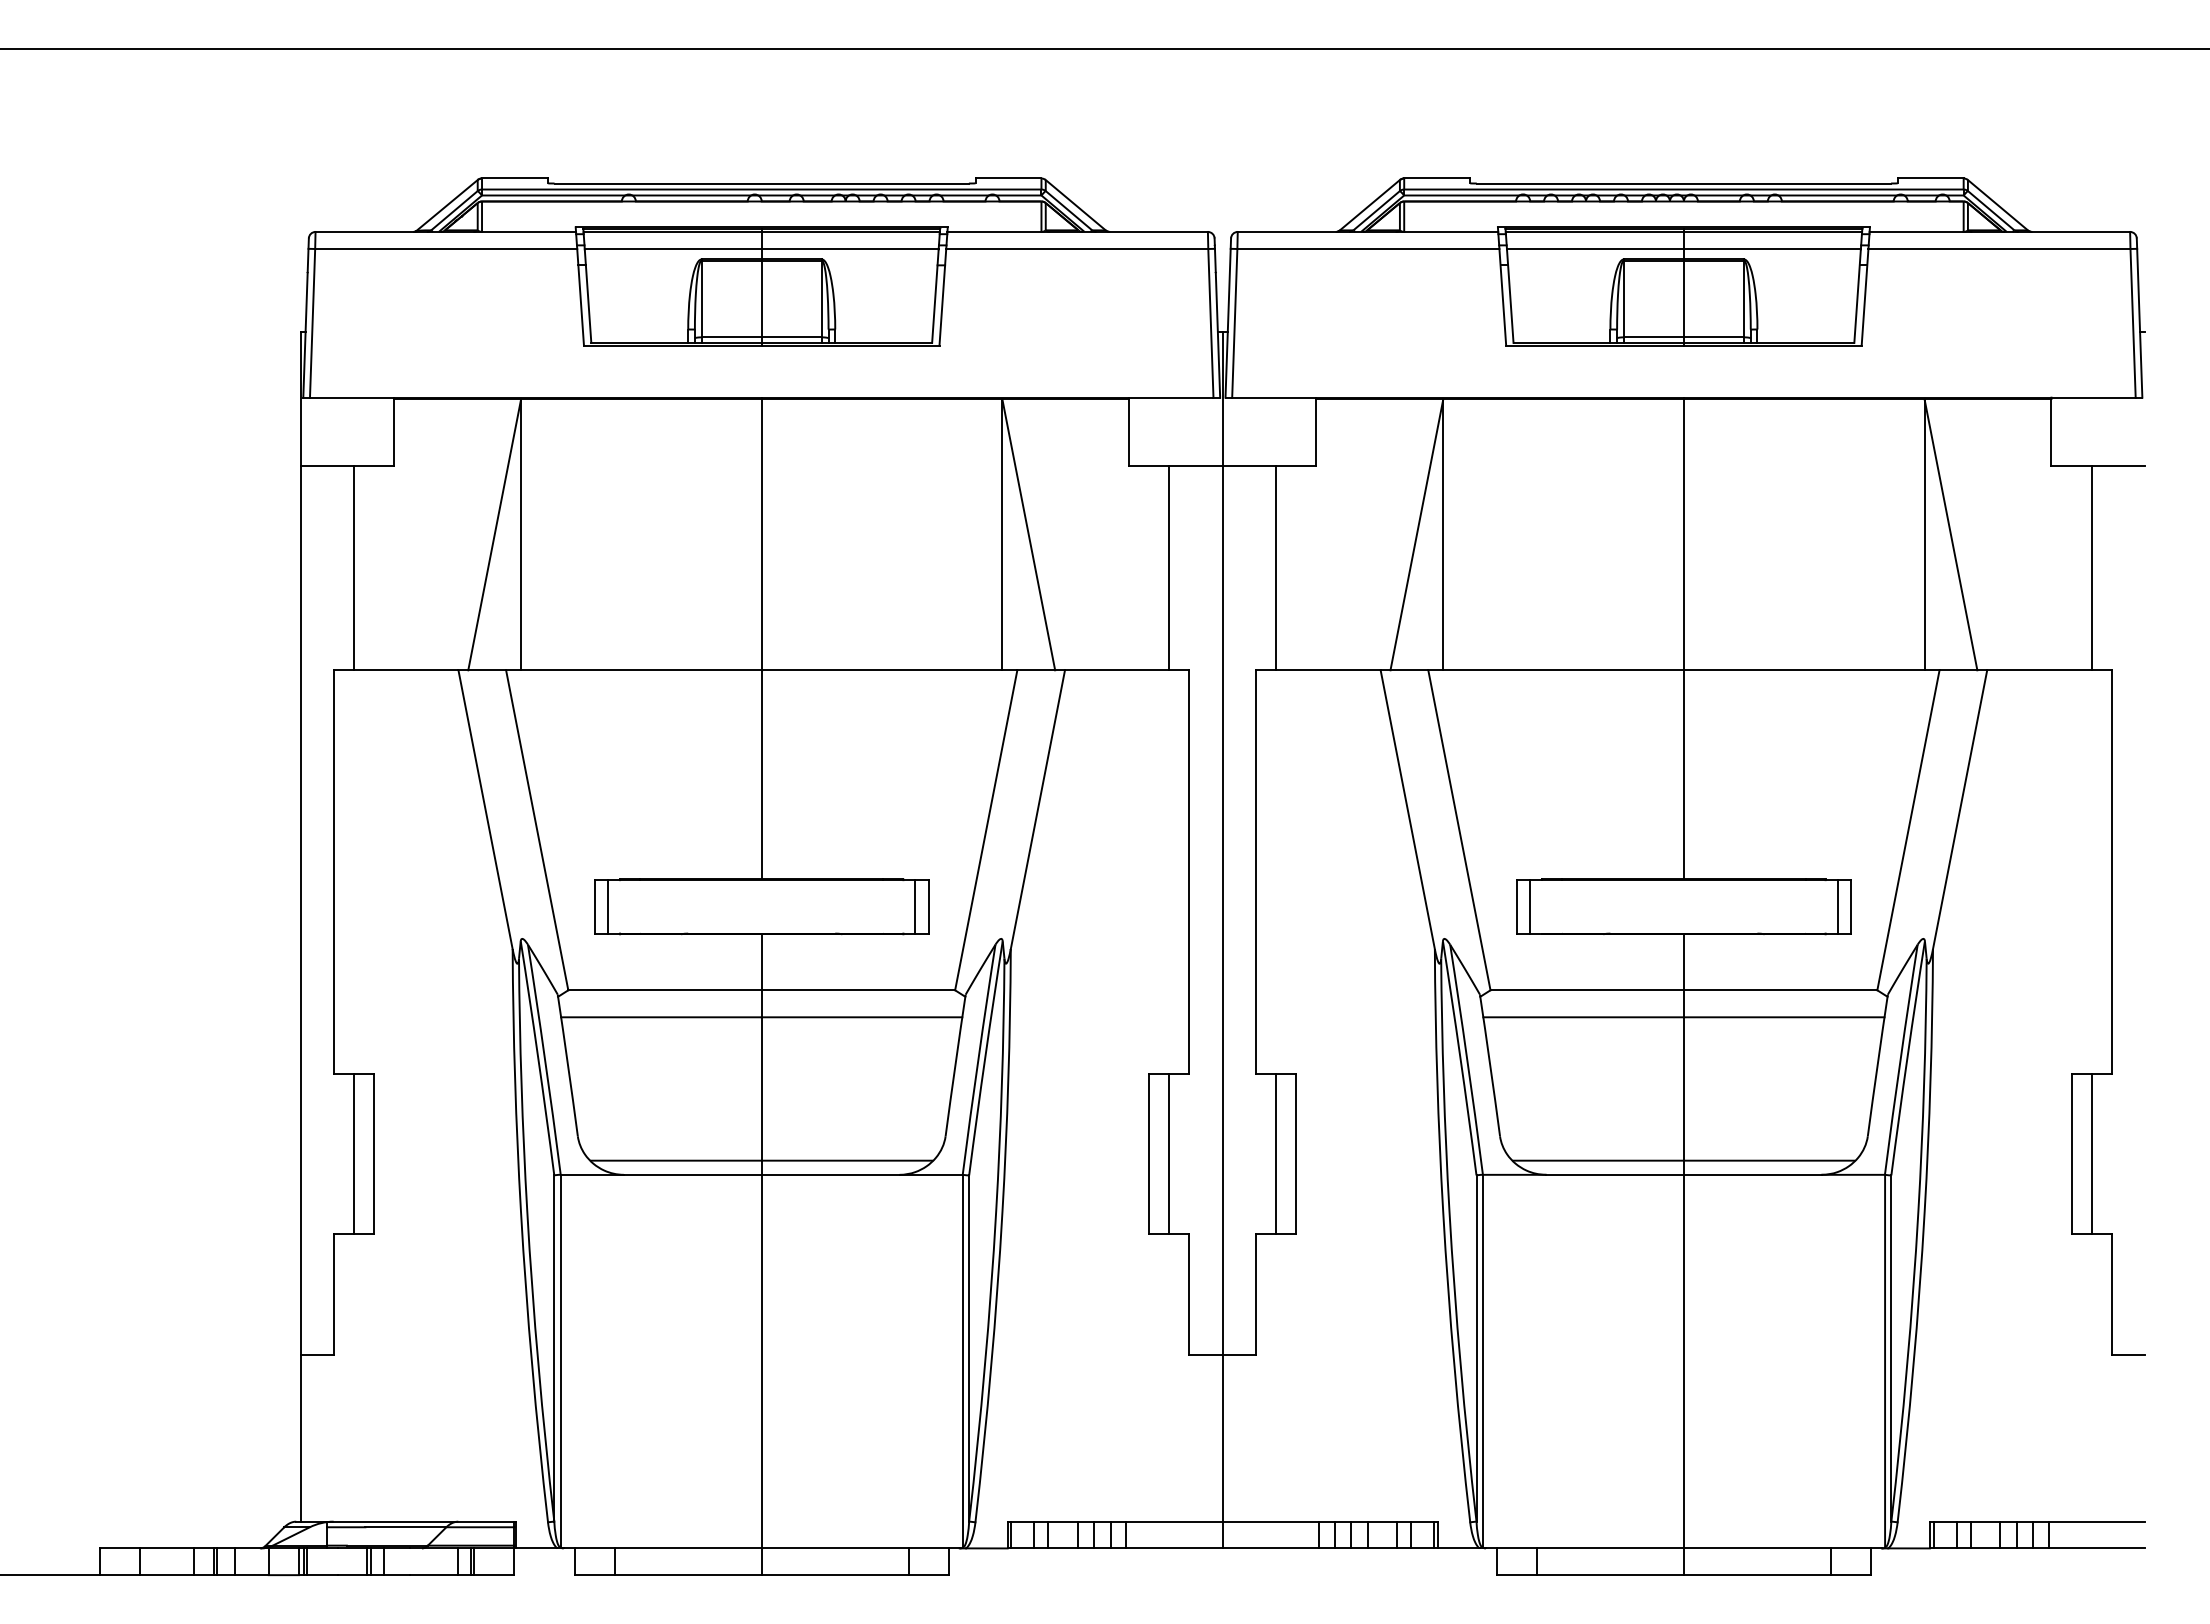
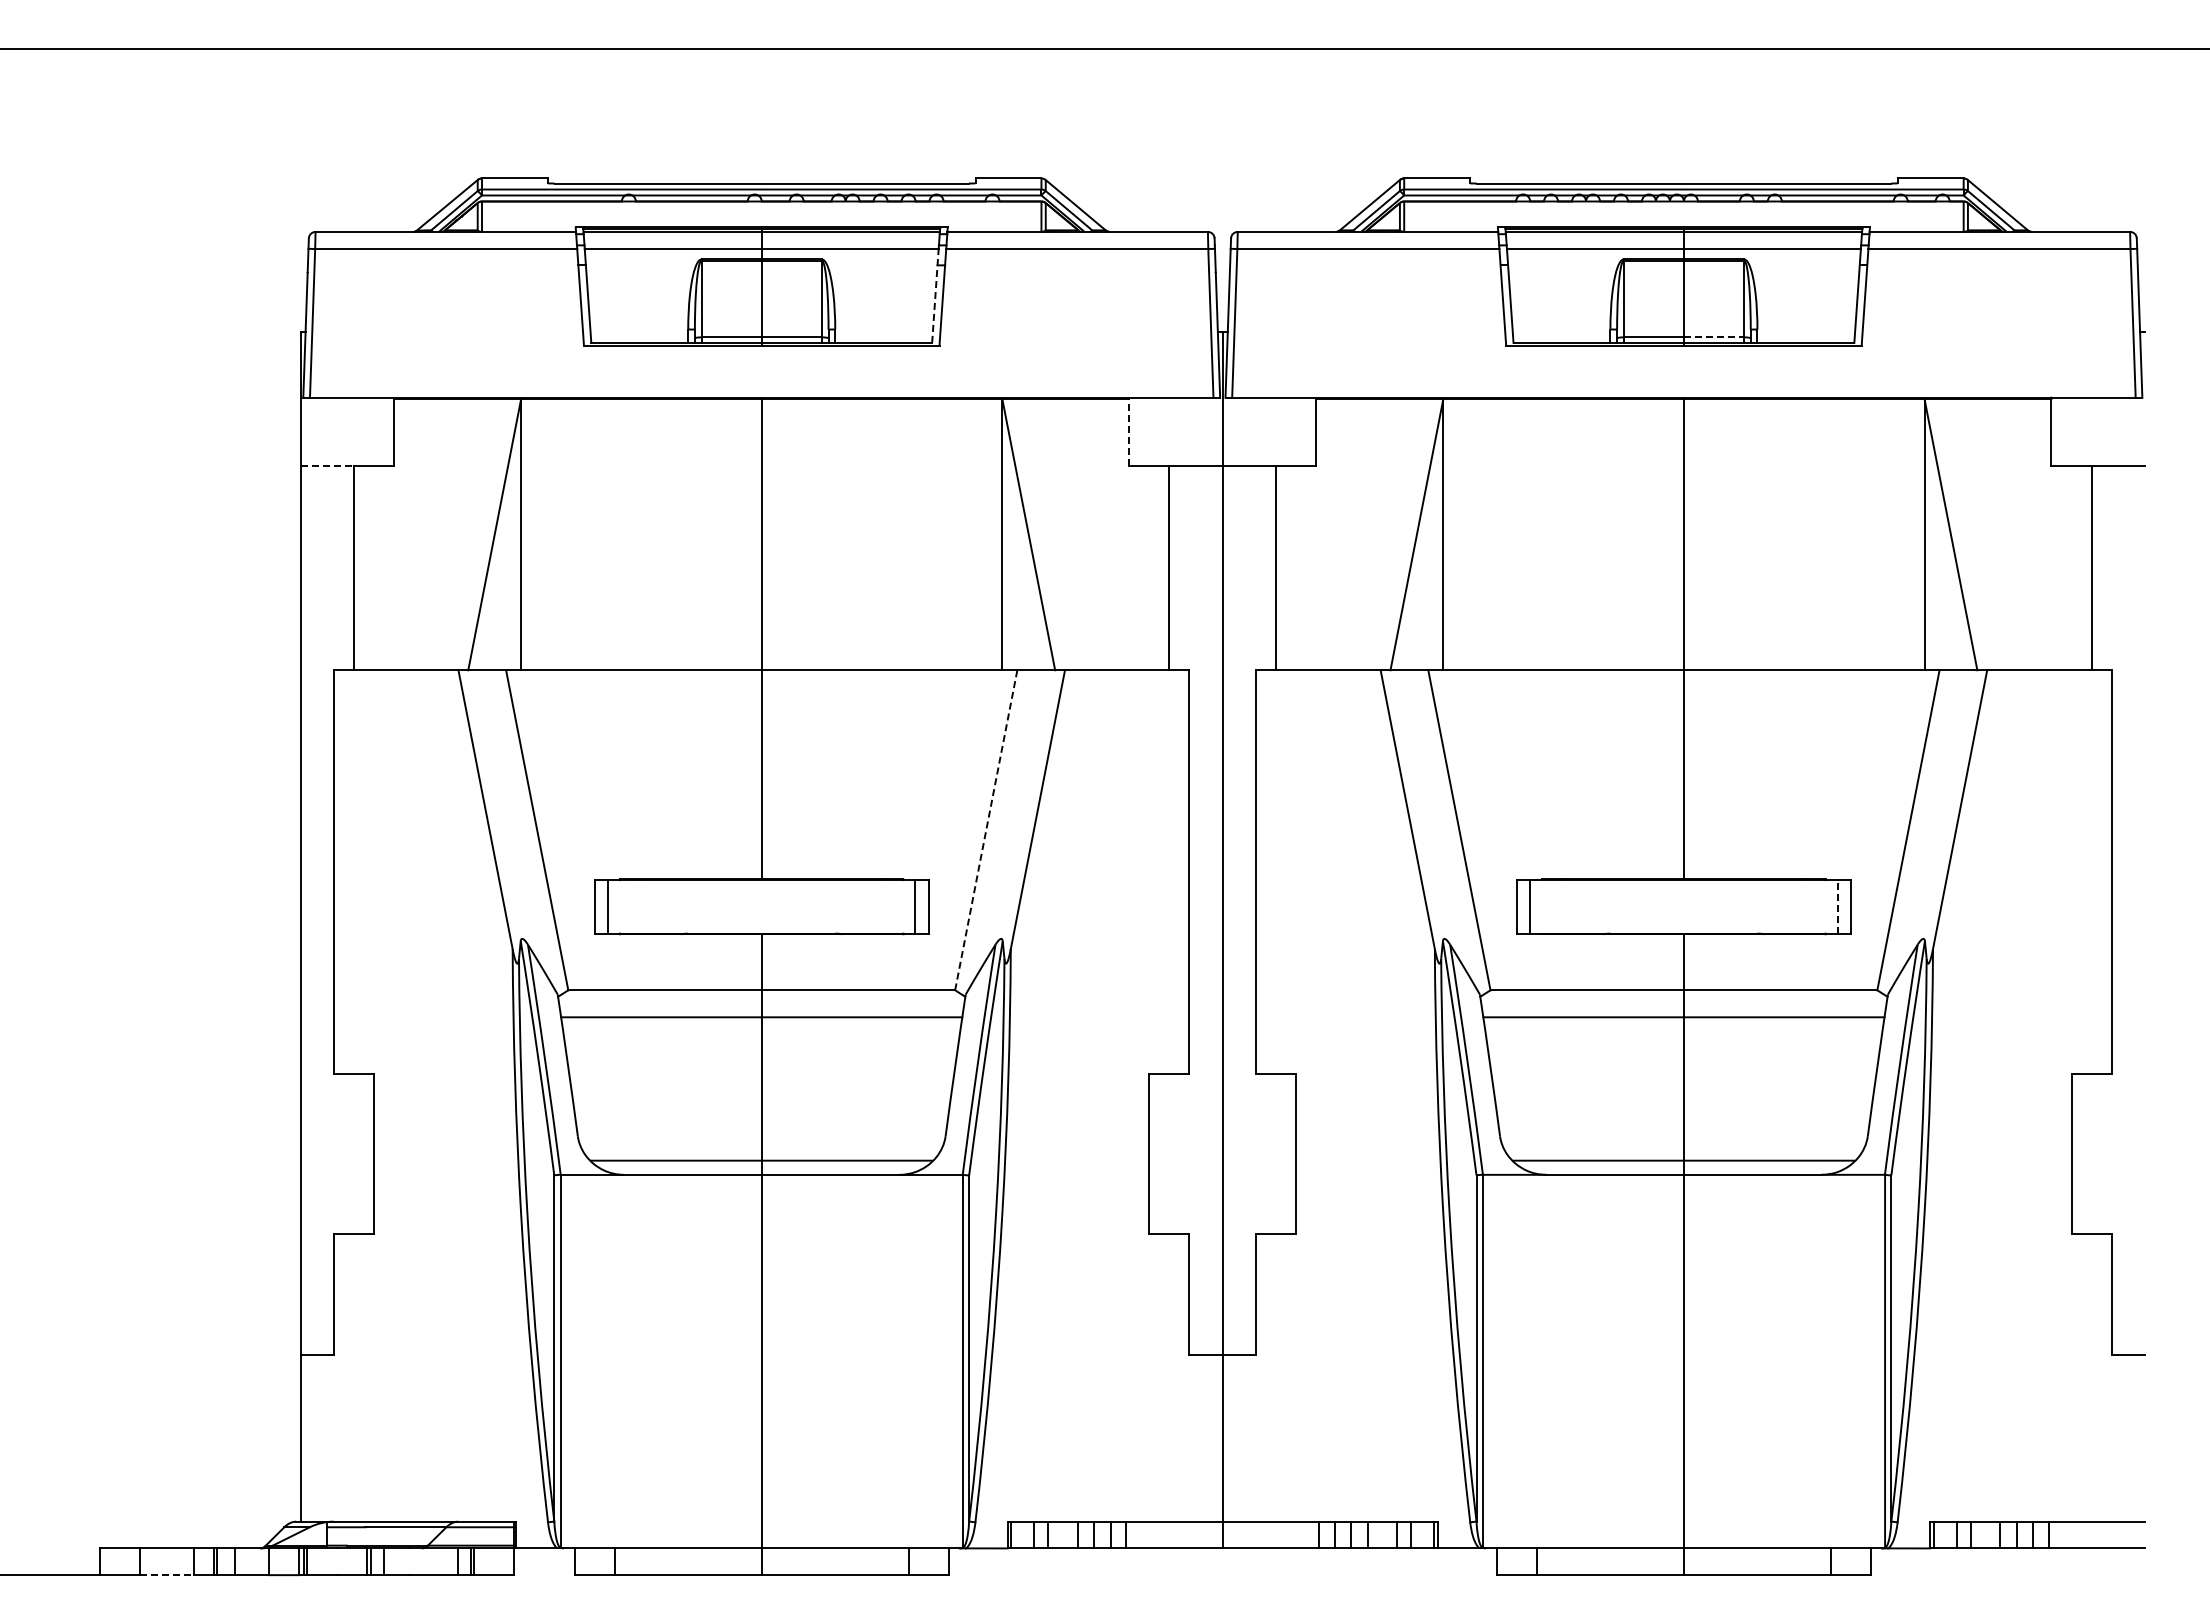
line at (935, 296): solid -> dashed
line at (1714, 337): solid -> dashed
line at (1129, 431): solid -> dashed
line at (327, 465): solid -> dashed
line at (986, 830): solid -> dashed
line at (1837, 906): solid -> dashed
line at (354, 1153): present -> none
line at (1169, 1153): present -> none
line at (1276, 1153): present -> none
line at (2091, 1153): present -> none
line at (167, 1575): solid -> dashed
